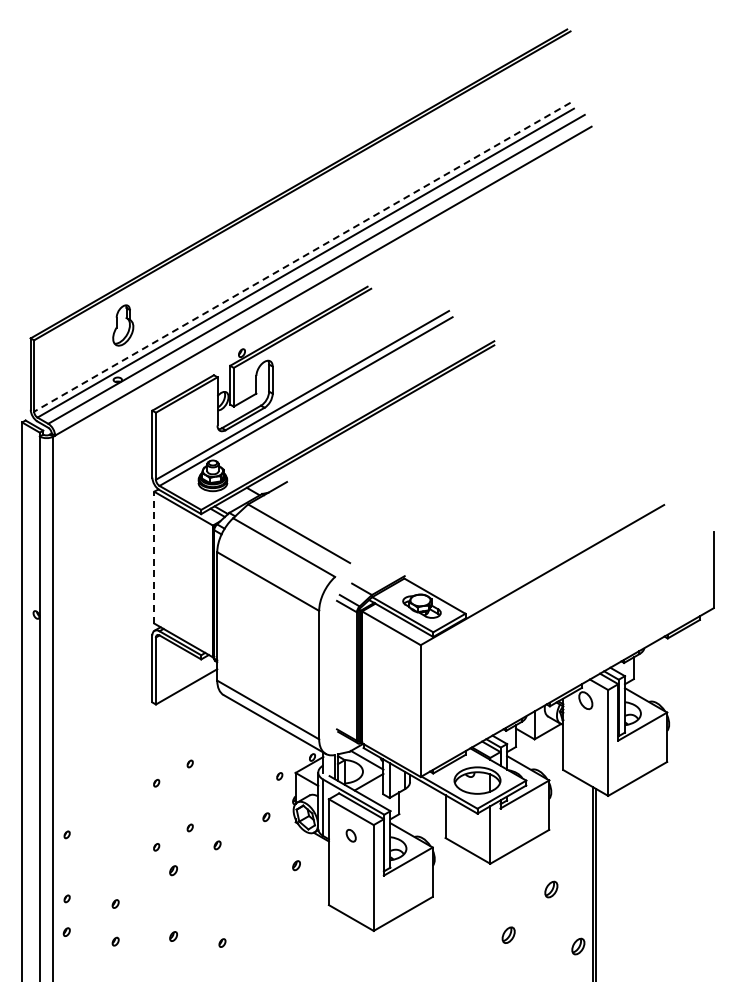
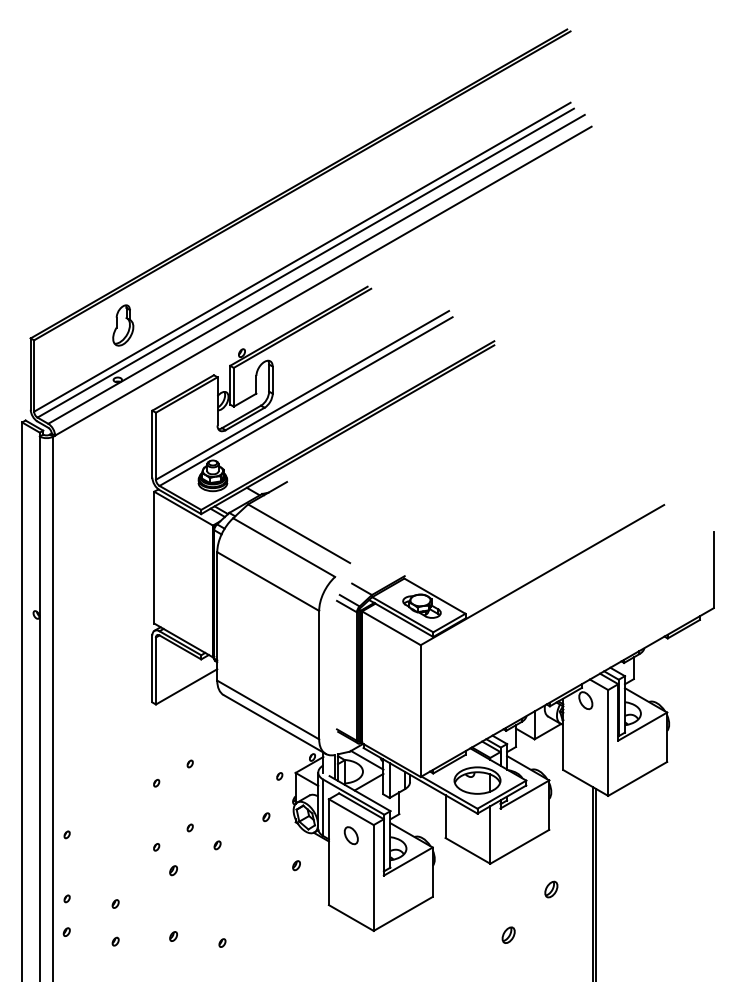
line at (302, 257): dashed -> solid
line at (154, 557): dashed -> solid
part at (350, 835) size: 12x14 px -> 16x20 px
part at (578, 946): present -> none
